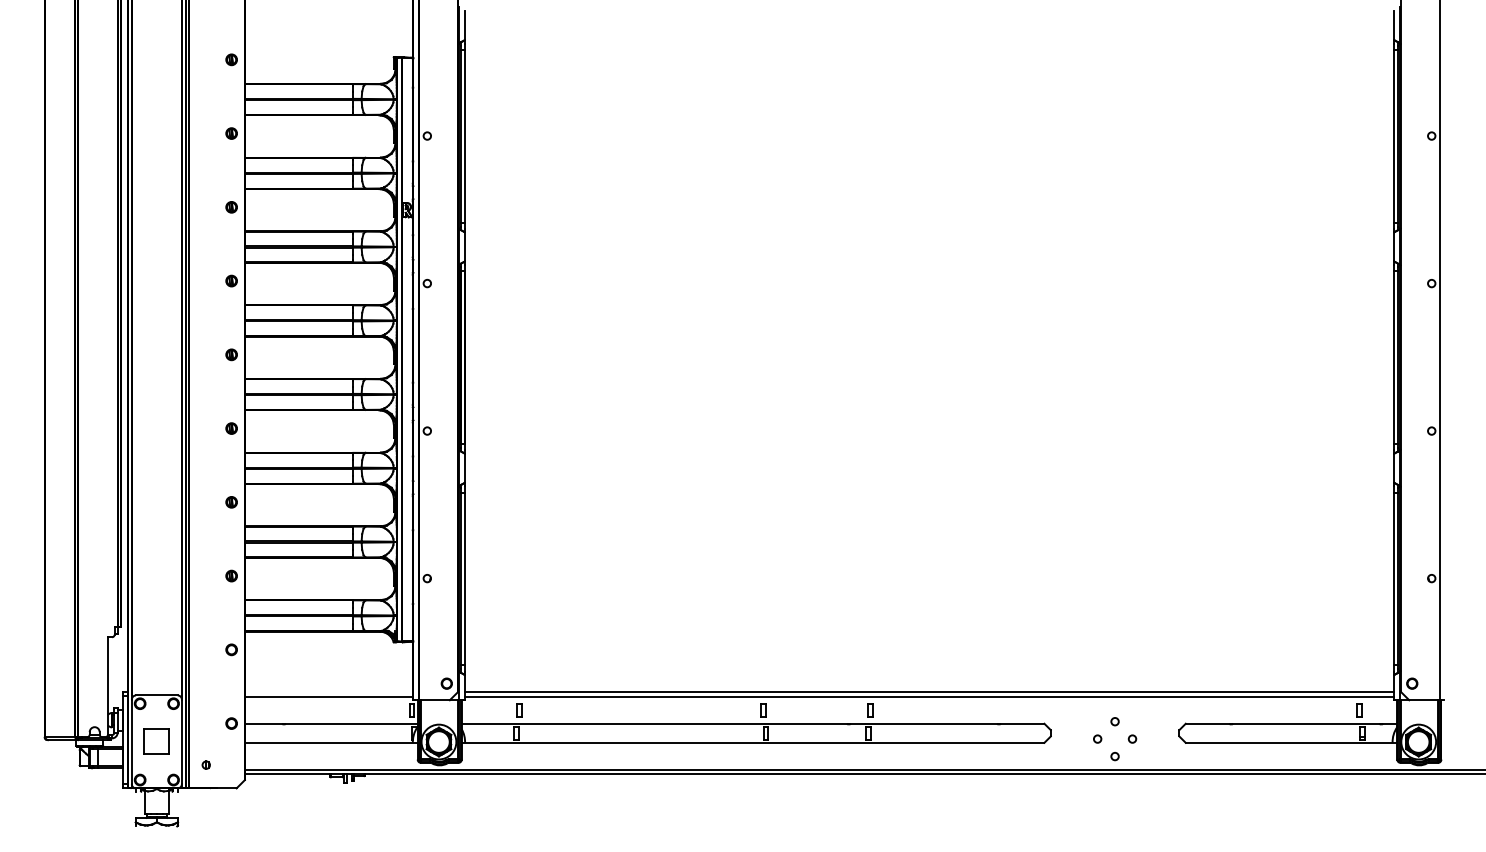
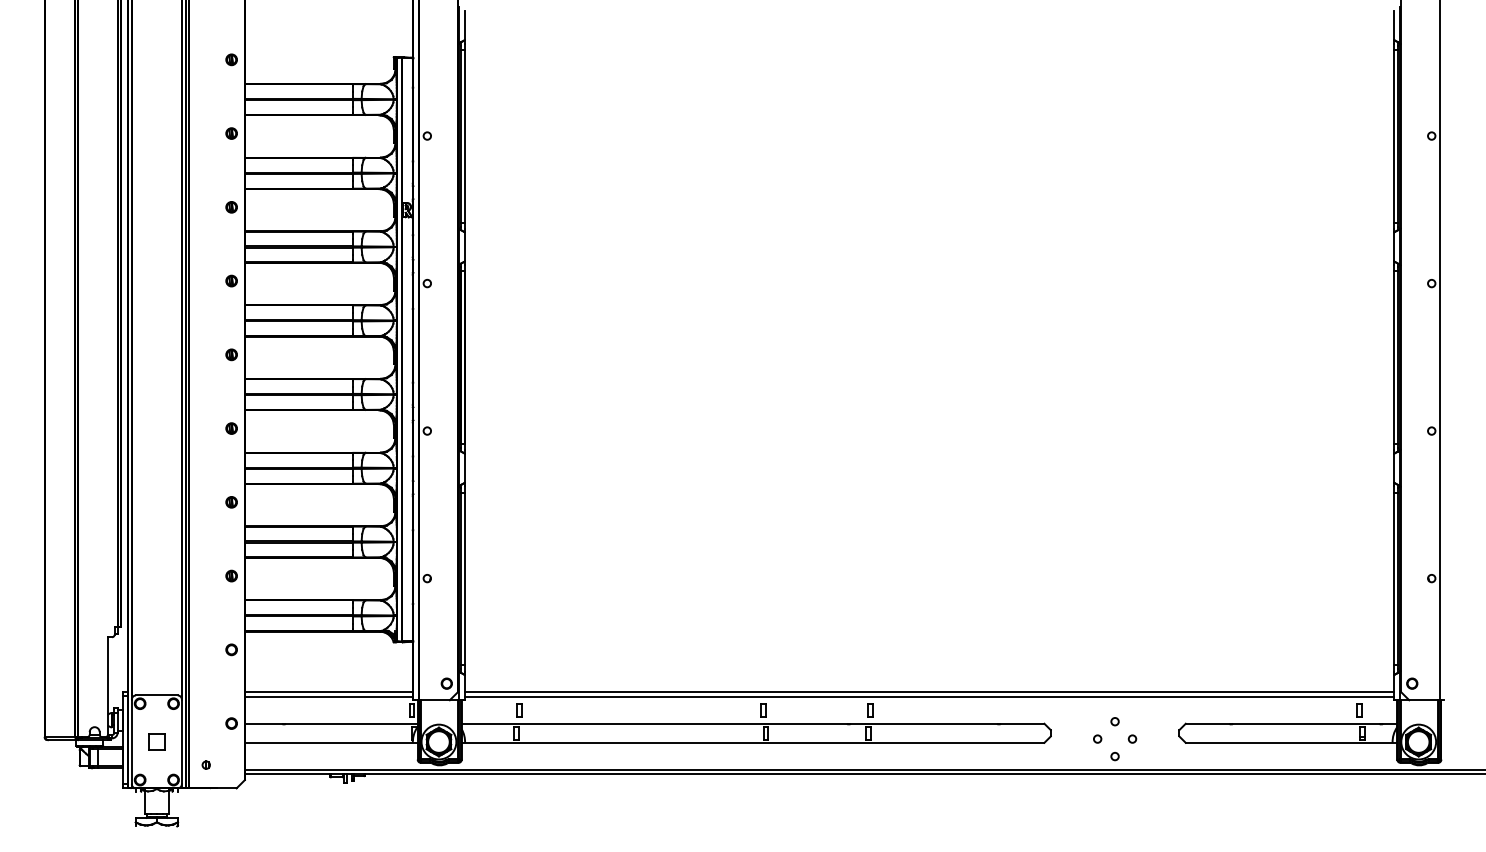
line at (328, 692): none -> present
part at (156, 741) size: 27x27 px -> 18x18 px
